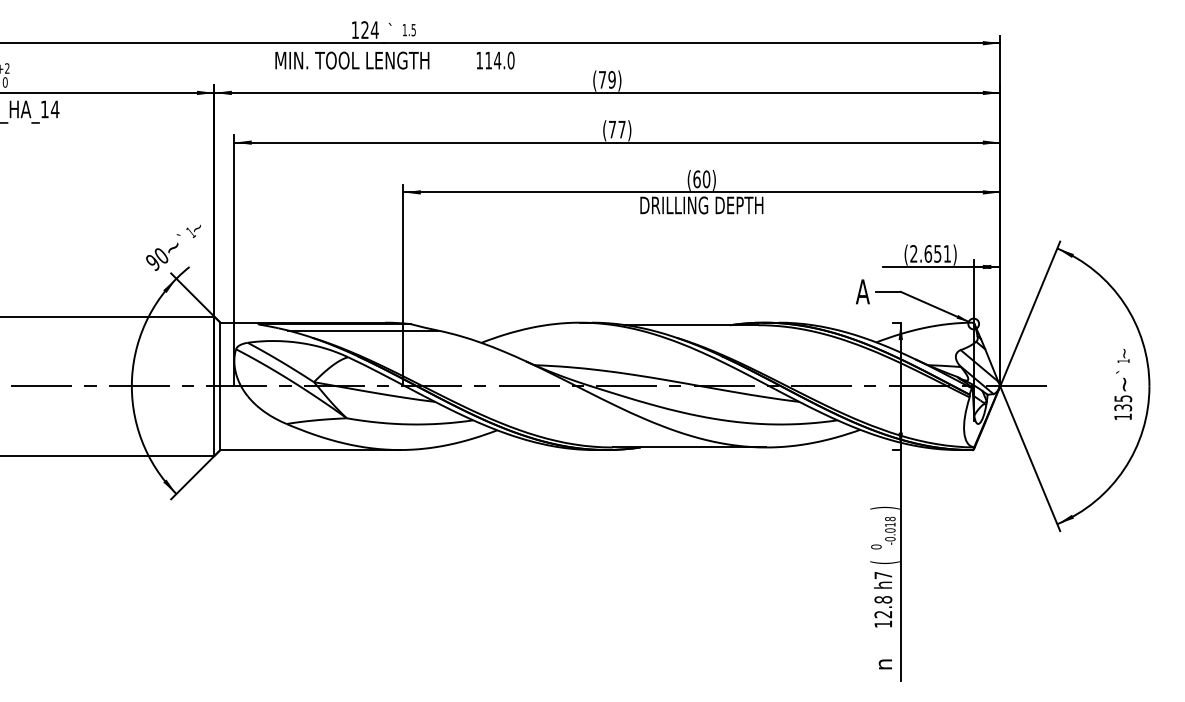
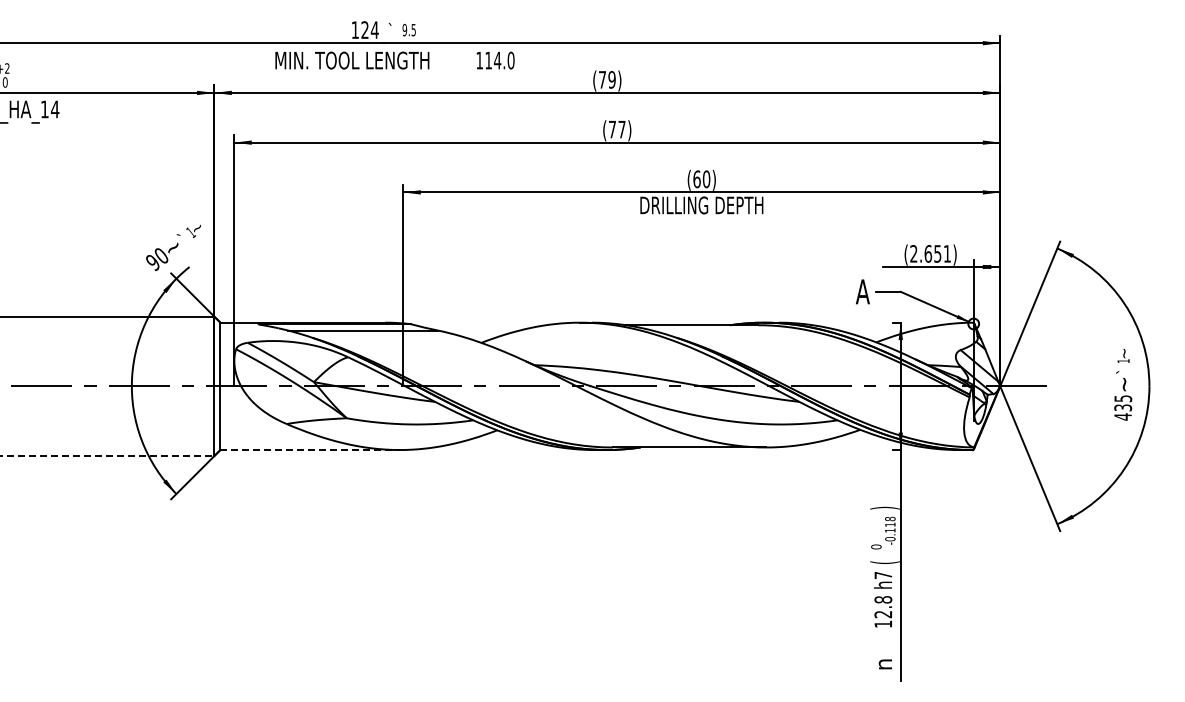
text at (404, 29): 1.5 -> 9.5
text at (1122, 416): 135 -> 435
line at (310, 450): solid -> dashed
line at (107, 455): solid -> dashed
text at (890, 530): -0.018 -> -0.118
